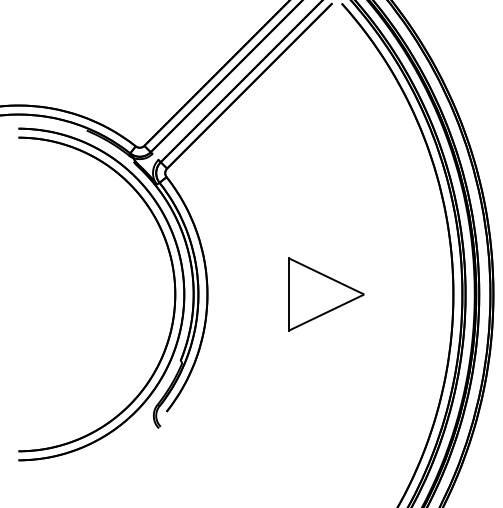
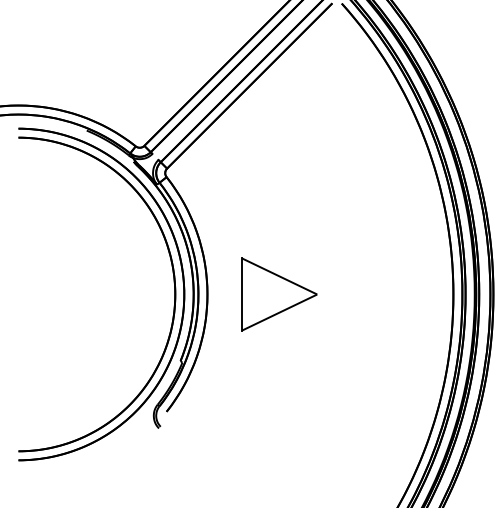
part at (326, 294) position: (326, 294) -> (279, 294)
